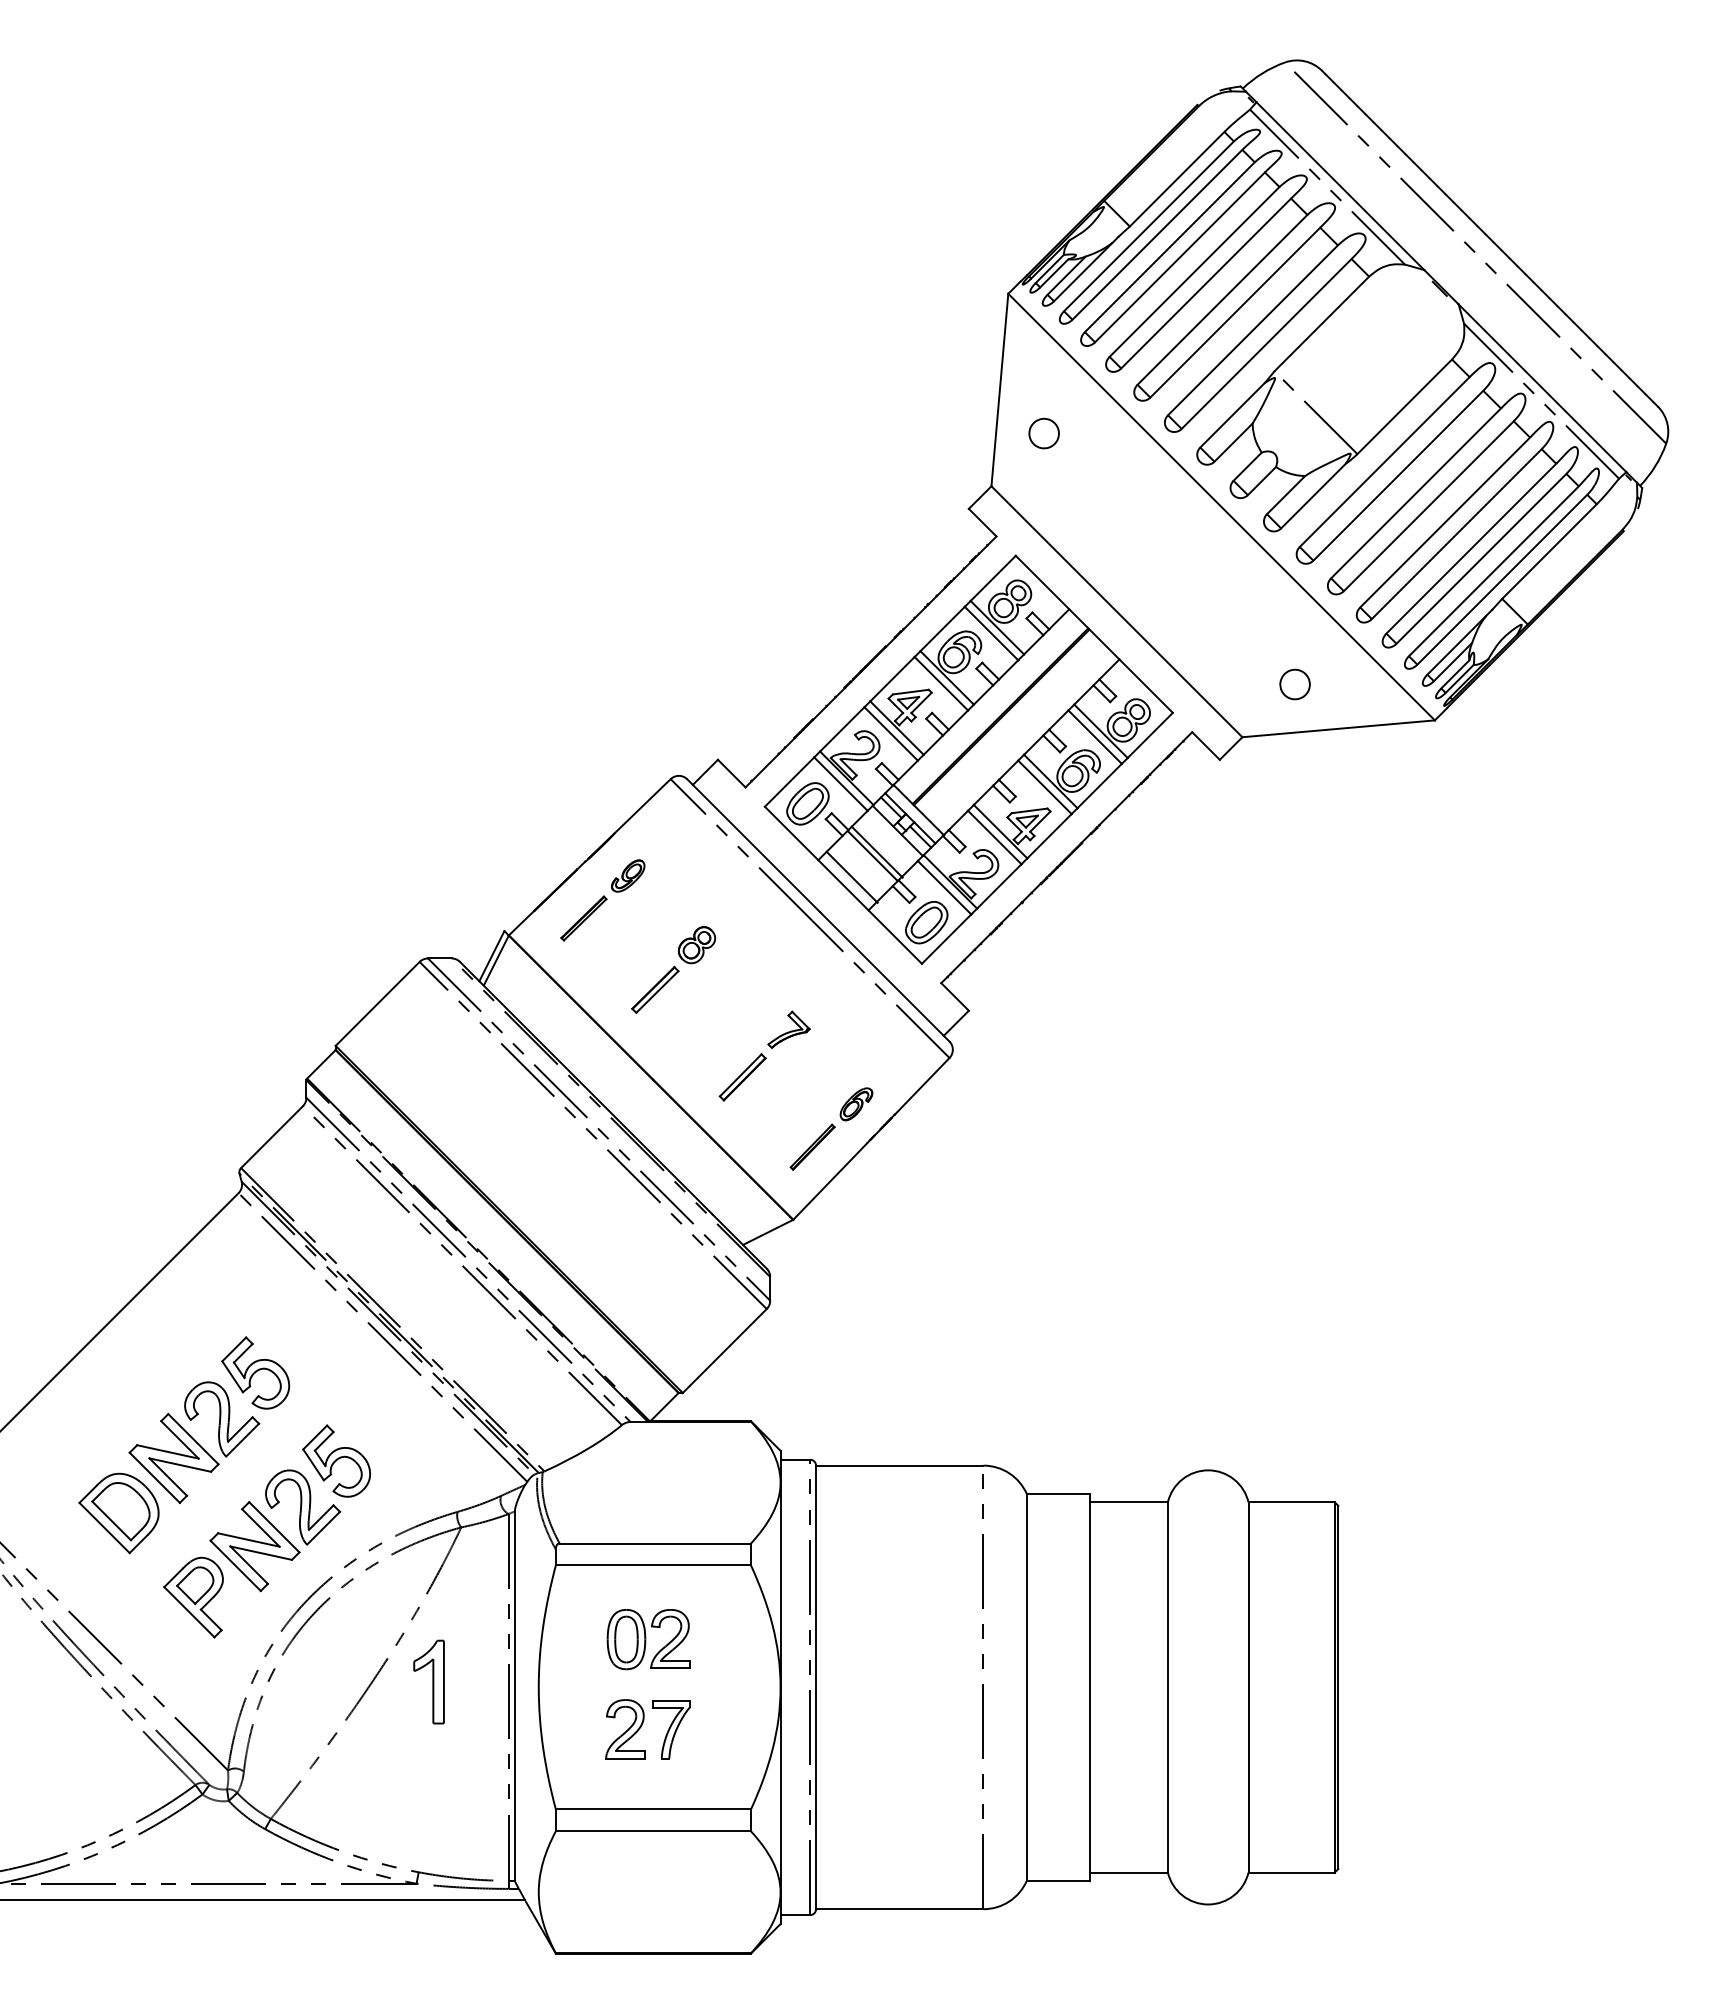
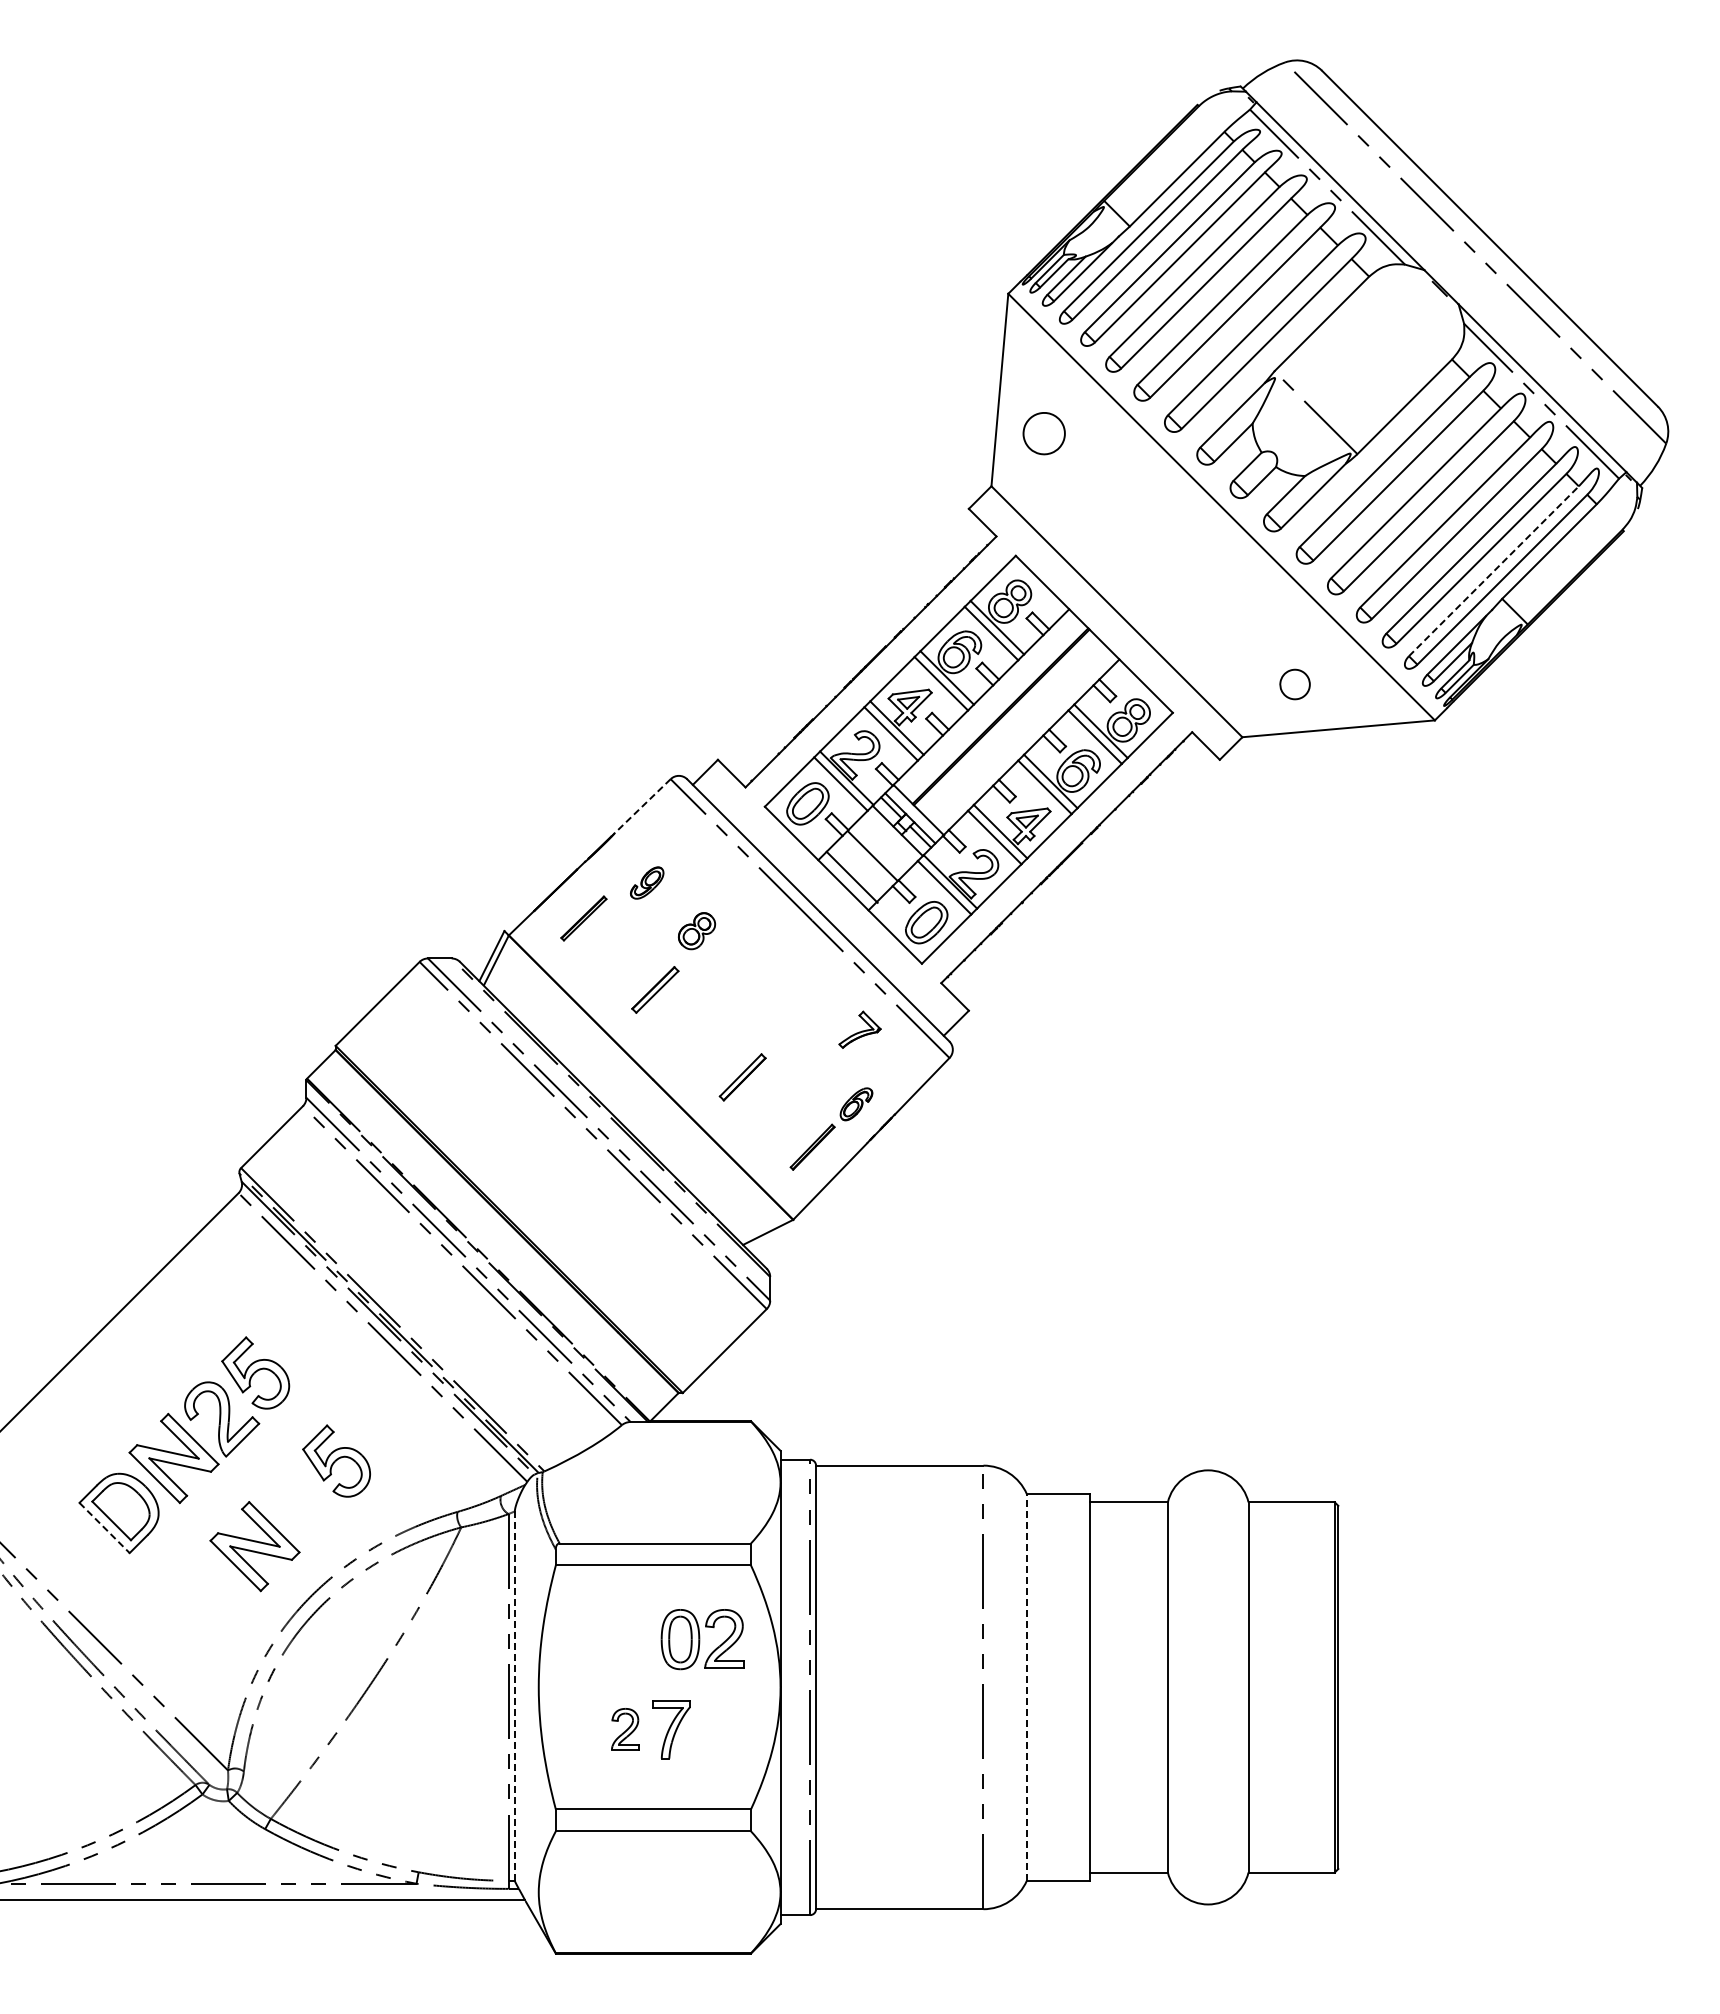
part at (1043, 433) size: 32x33 px -> 44x44 px
line at (1494, 570): solid -> dashed
line at (642, 806): solid -> dashed
line at (876, 851): present -> none
part at (628, 875) position: (628, 875) -> (647, 882)
part at (697, 945) position: (697, 945) -> (697, 931)
part at (788, 1029) position: (788, 1029) -> (859, 1029)
part at (303, 1507): present -> none
line at (104, 1528): solid -> dashed
part at (193, 1597): present -> none
part at (648, 1639) position: (648, 1639) -> (702, 1639)
part at (428, 1681): present -> none
line at (1026, 1686): solid -> dashed
line at (514, 1696): solid -> dashed
part at (625, 1729) size: 41x61 px -> 29x43 px
